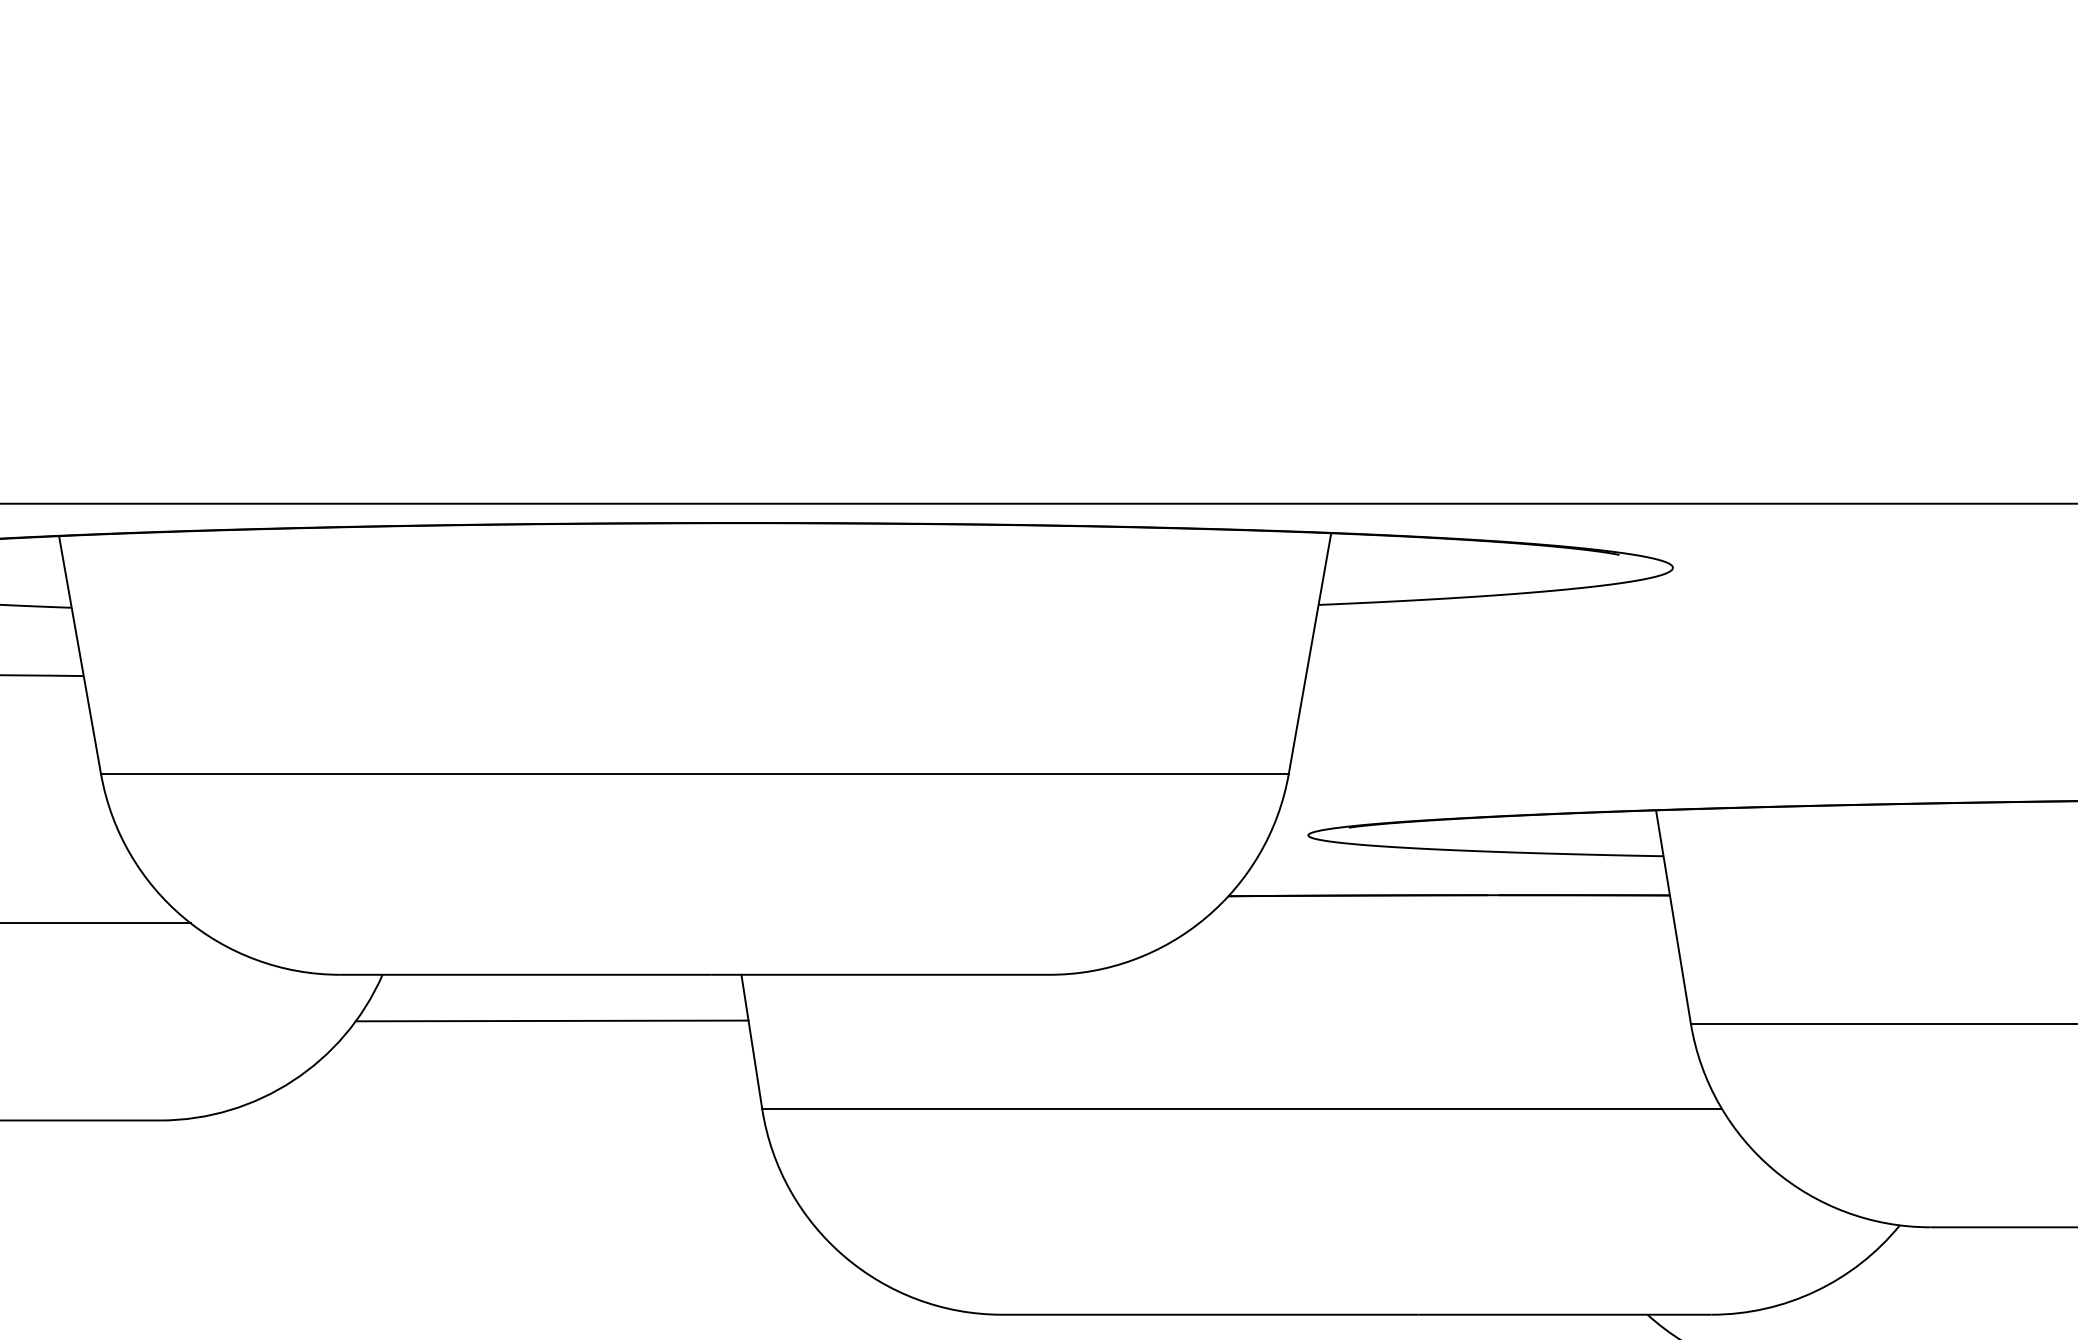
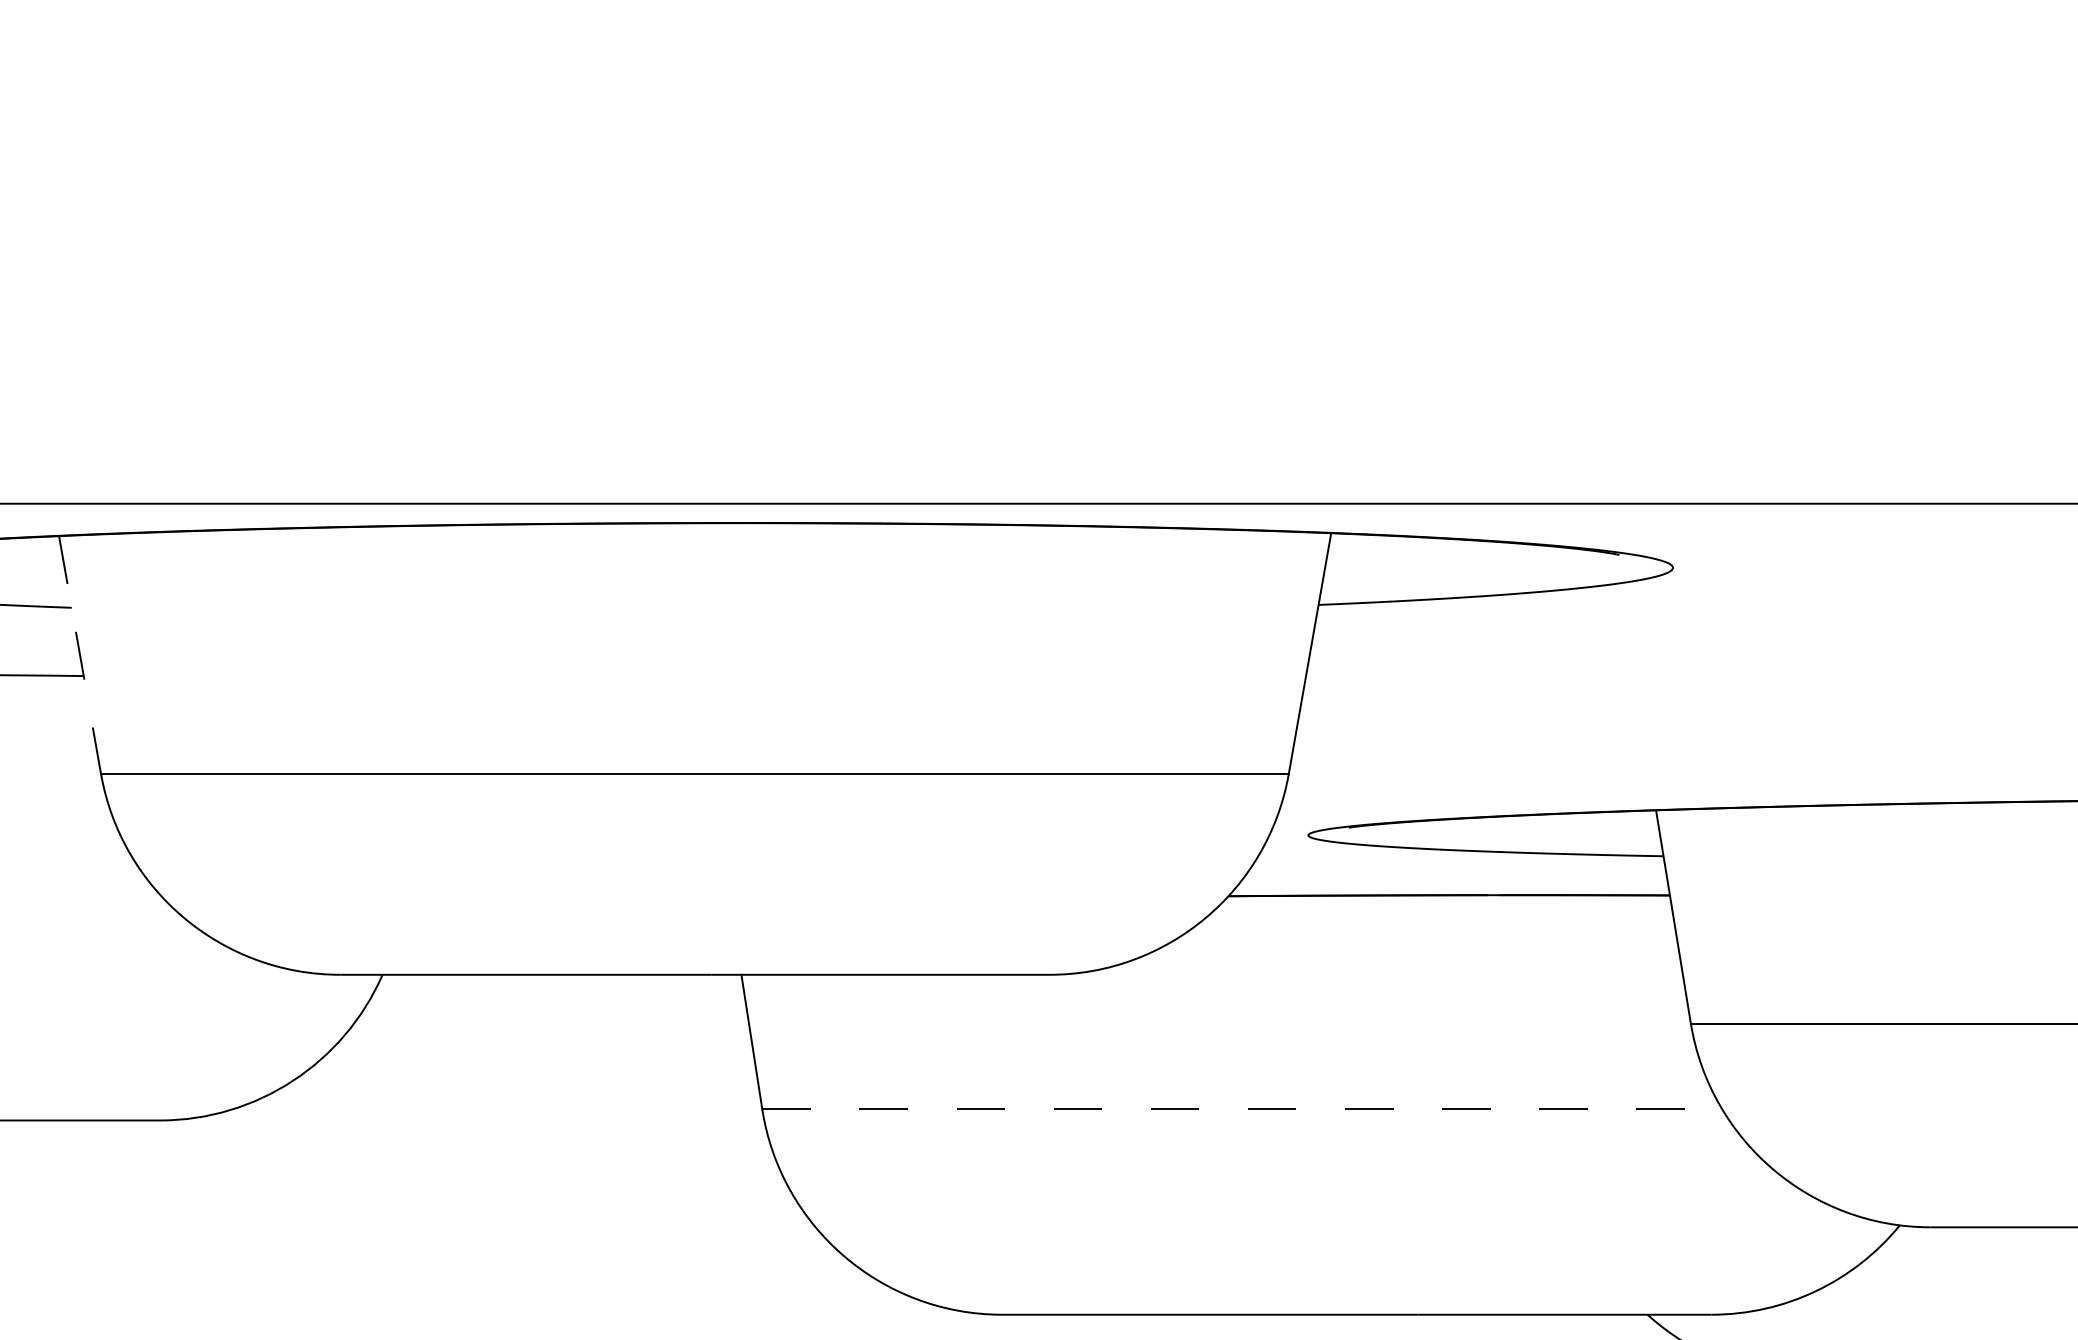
line at (80, 655): solid -> dashed
line at (96, 923): present -> none
line at (551, 1020): present -> none
line at (1242, 1109): solid -> dashed
